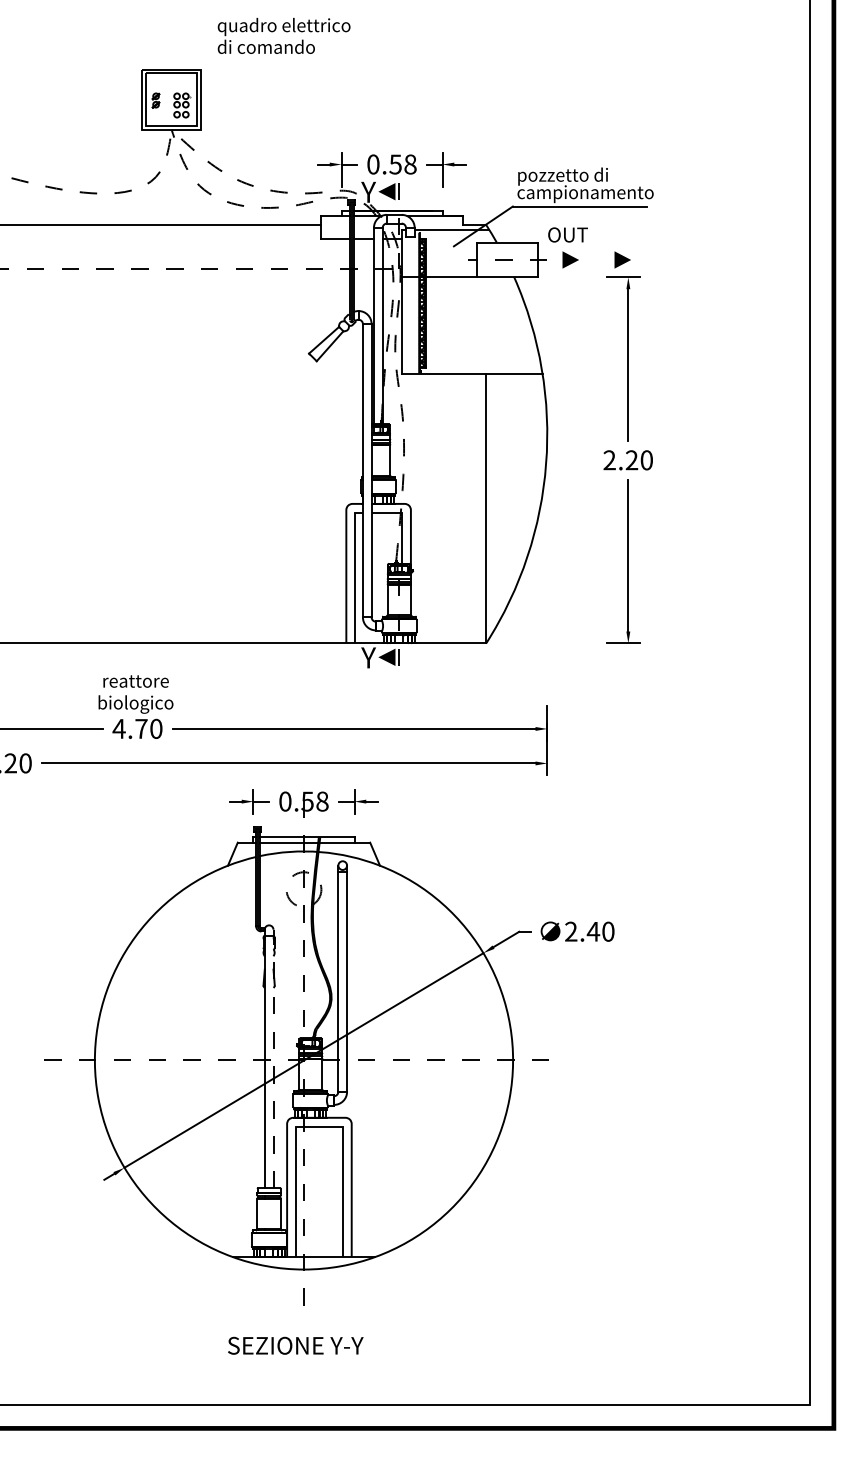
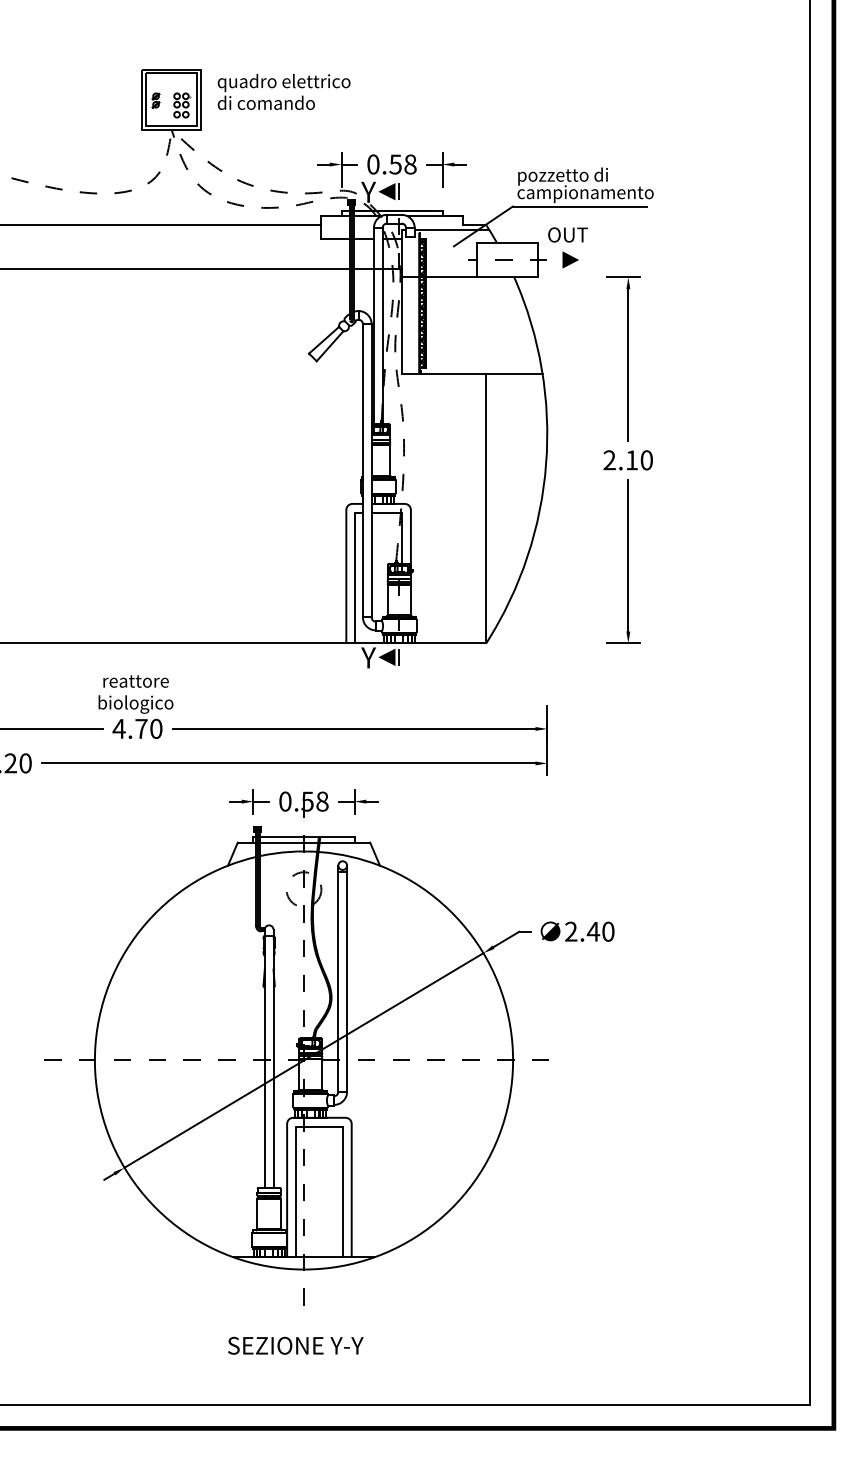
text at (283, 35) position: (283, 35) -> (283, 91)
line at (622, 259): present -> none
line at (201, 268): dashed -> solid
text at (631, 460): 2.20 -> 2.10
line at (273, 1058): dashed -> solid
